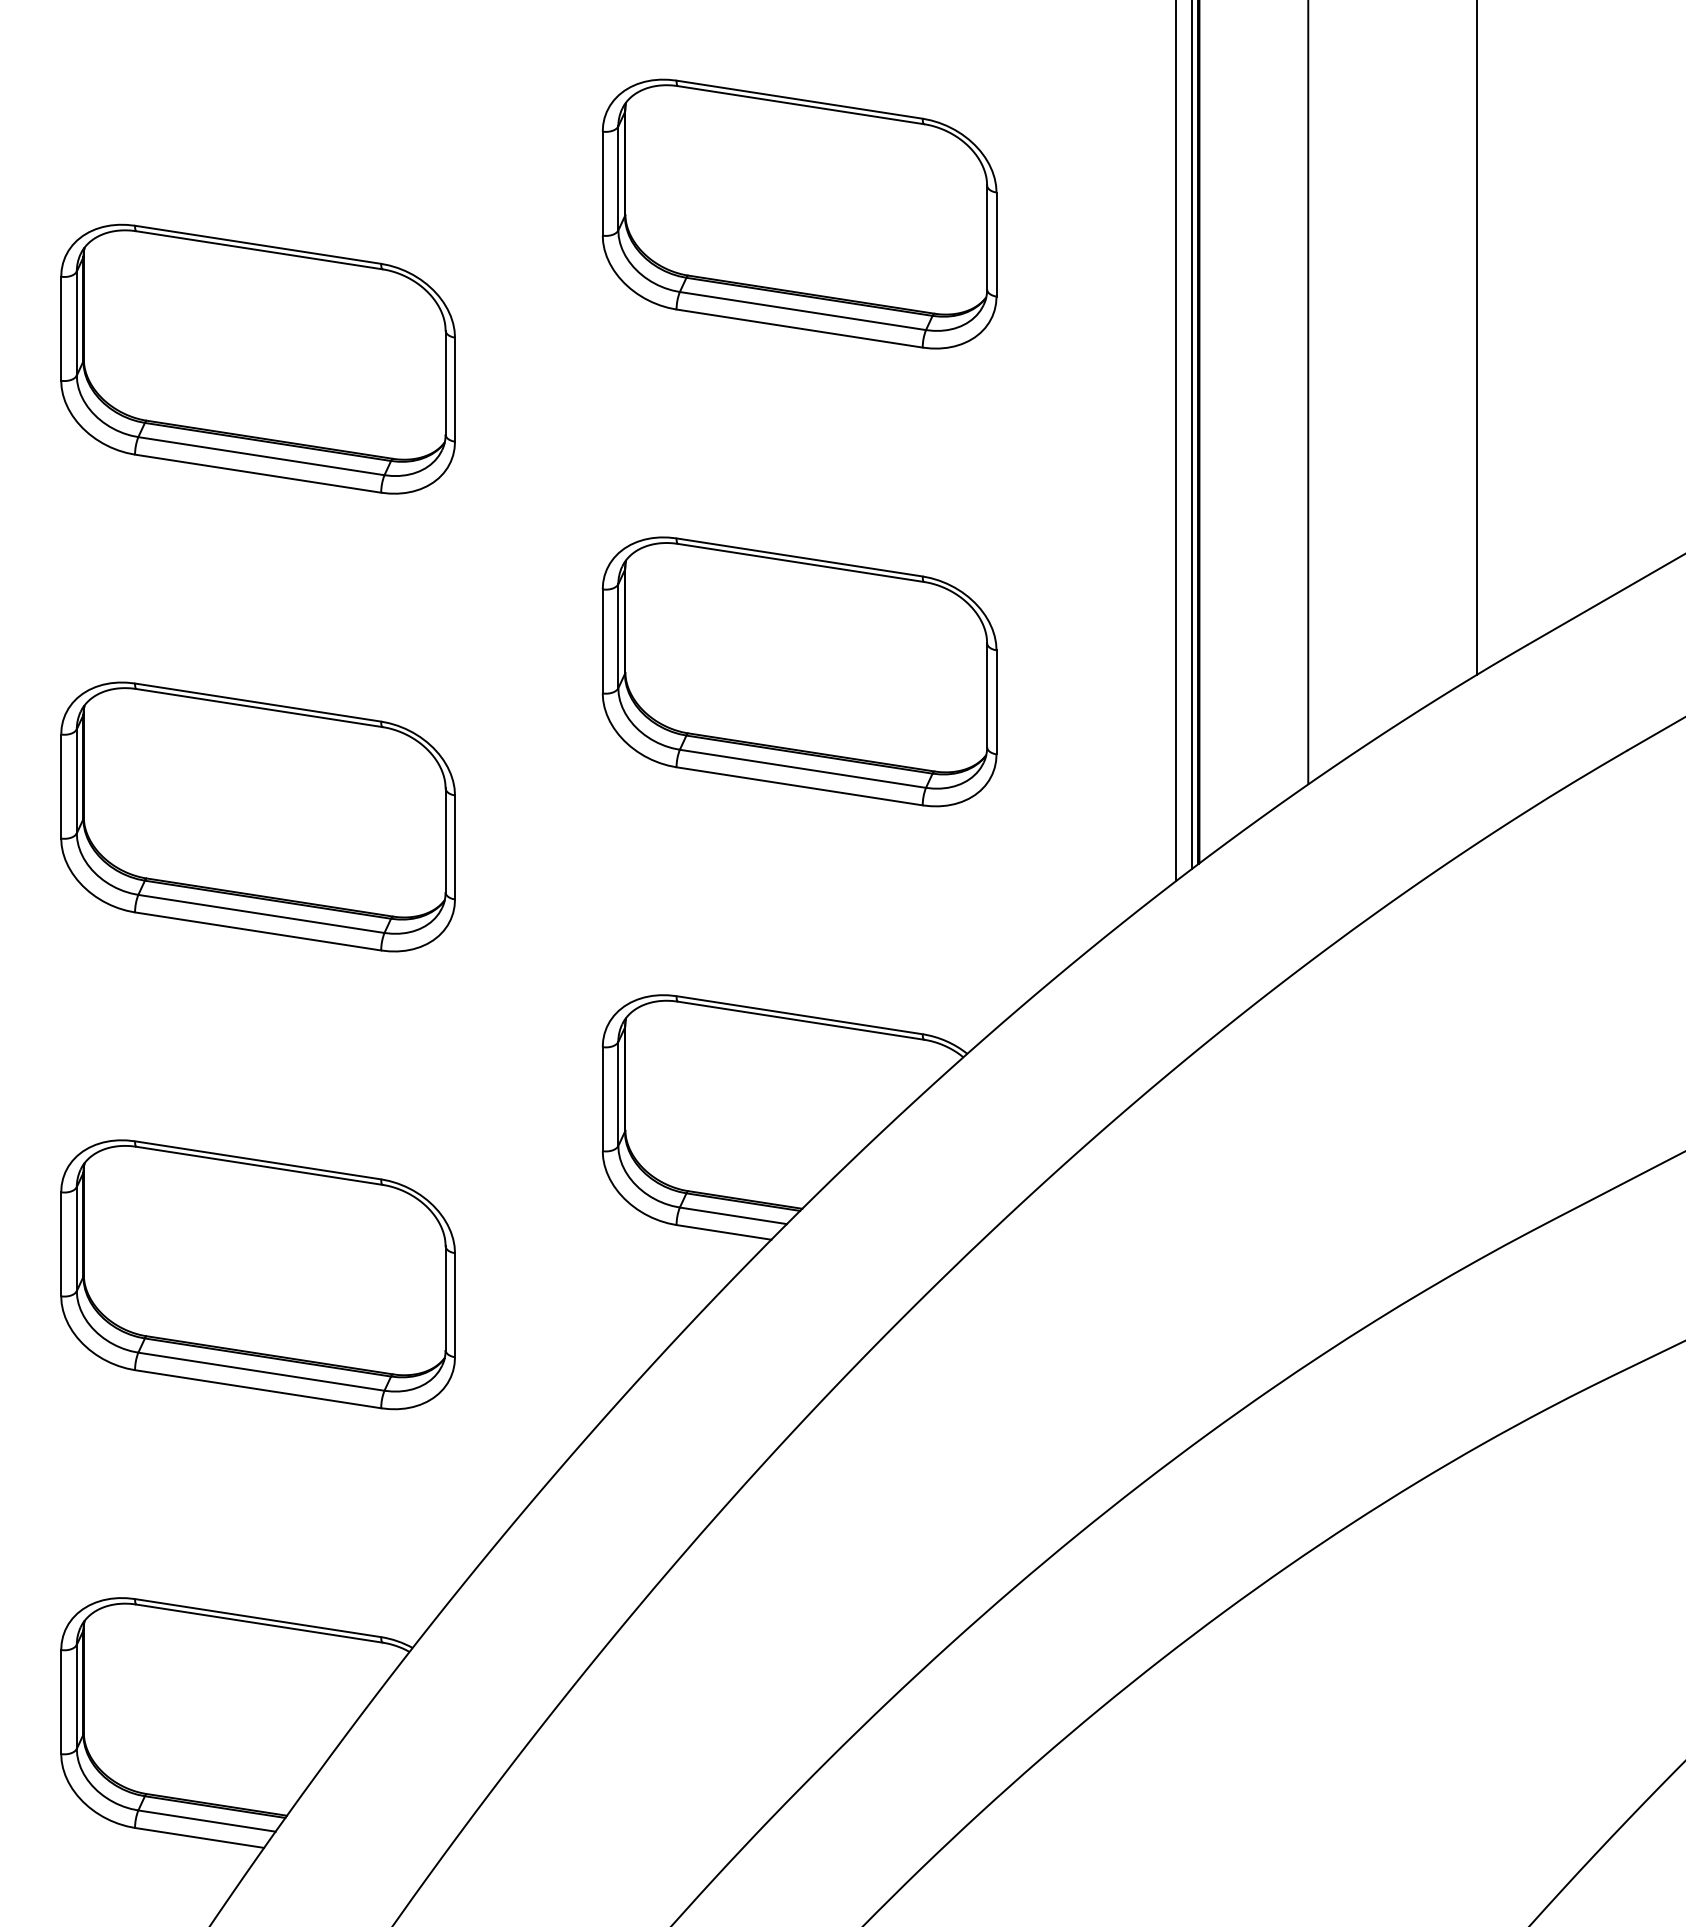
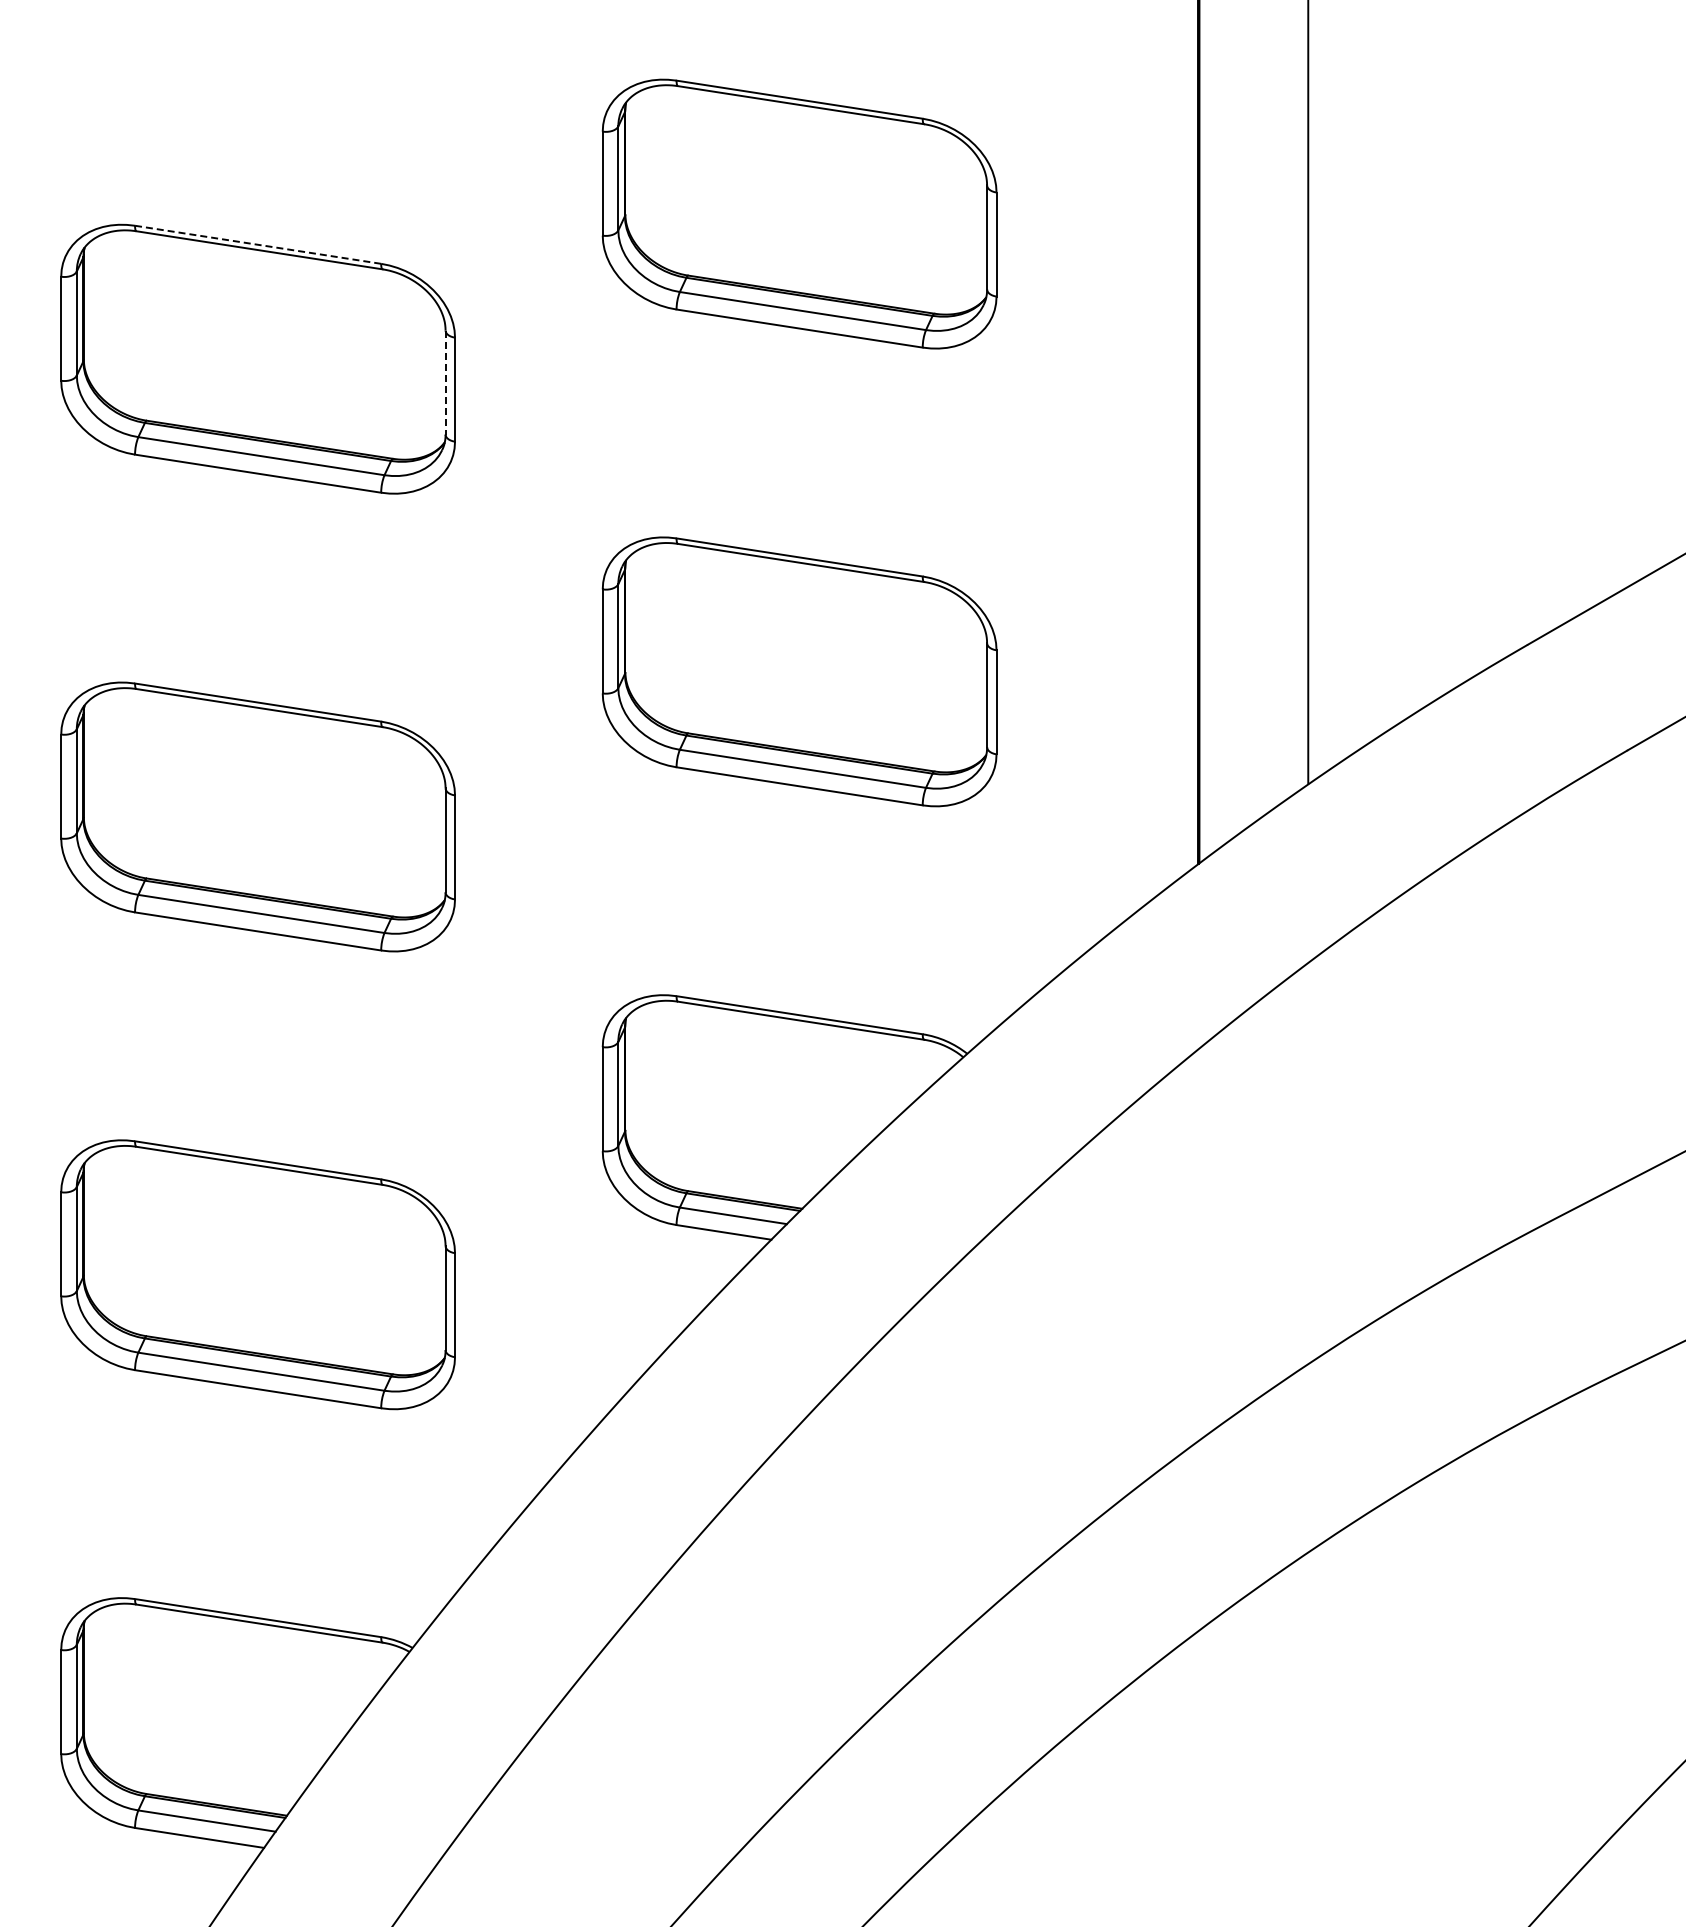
line at (258, 244): solid -> dashed
line at (1476, 338): present -> none
line at (445, 383): solid -> dashed
line at (1191, 435): present -> none
line at (1176, 441): present -> none
